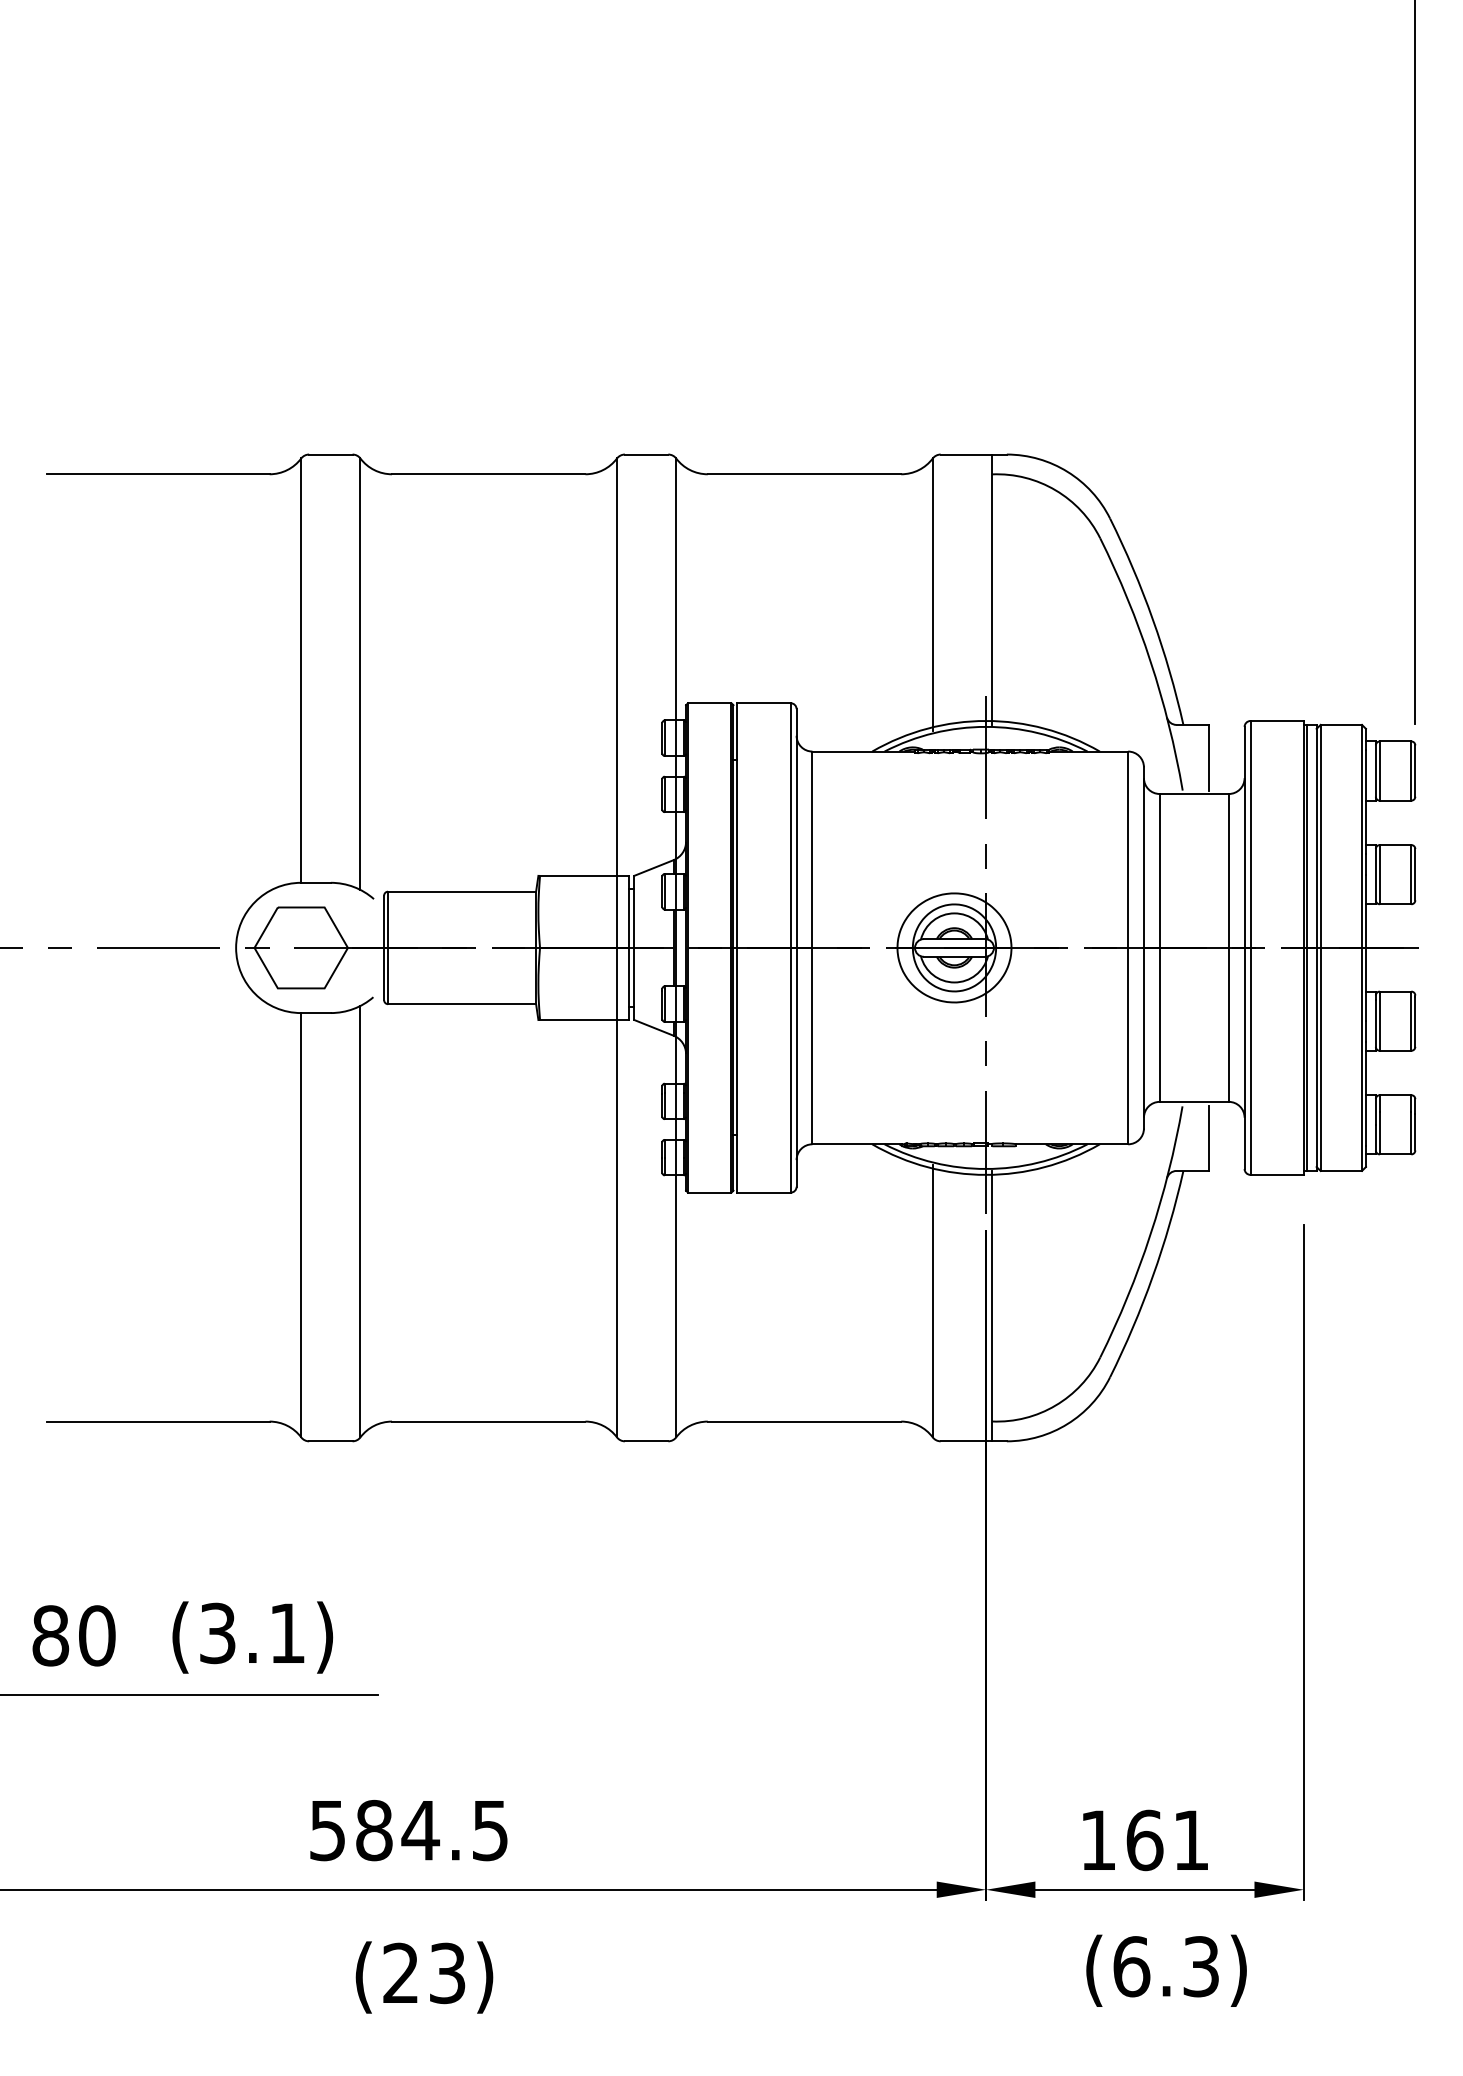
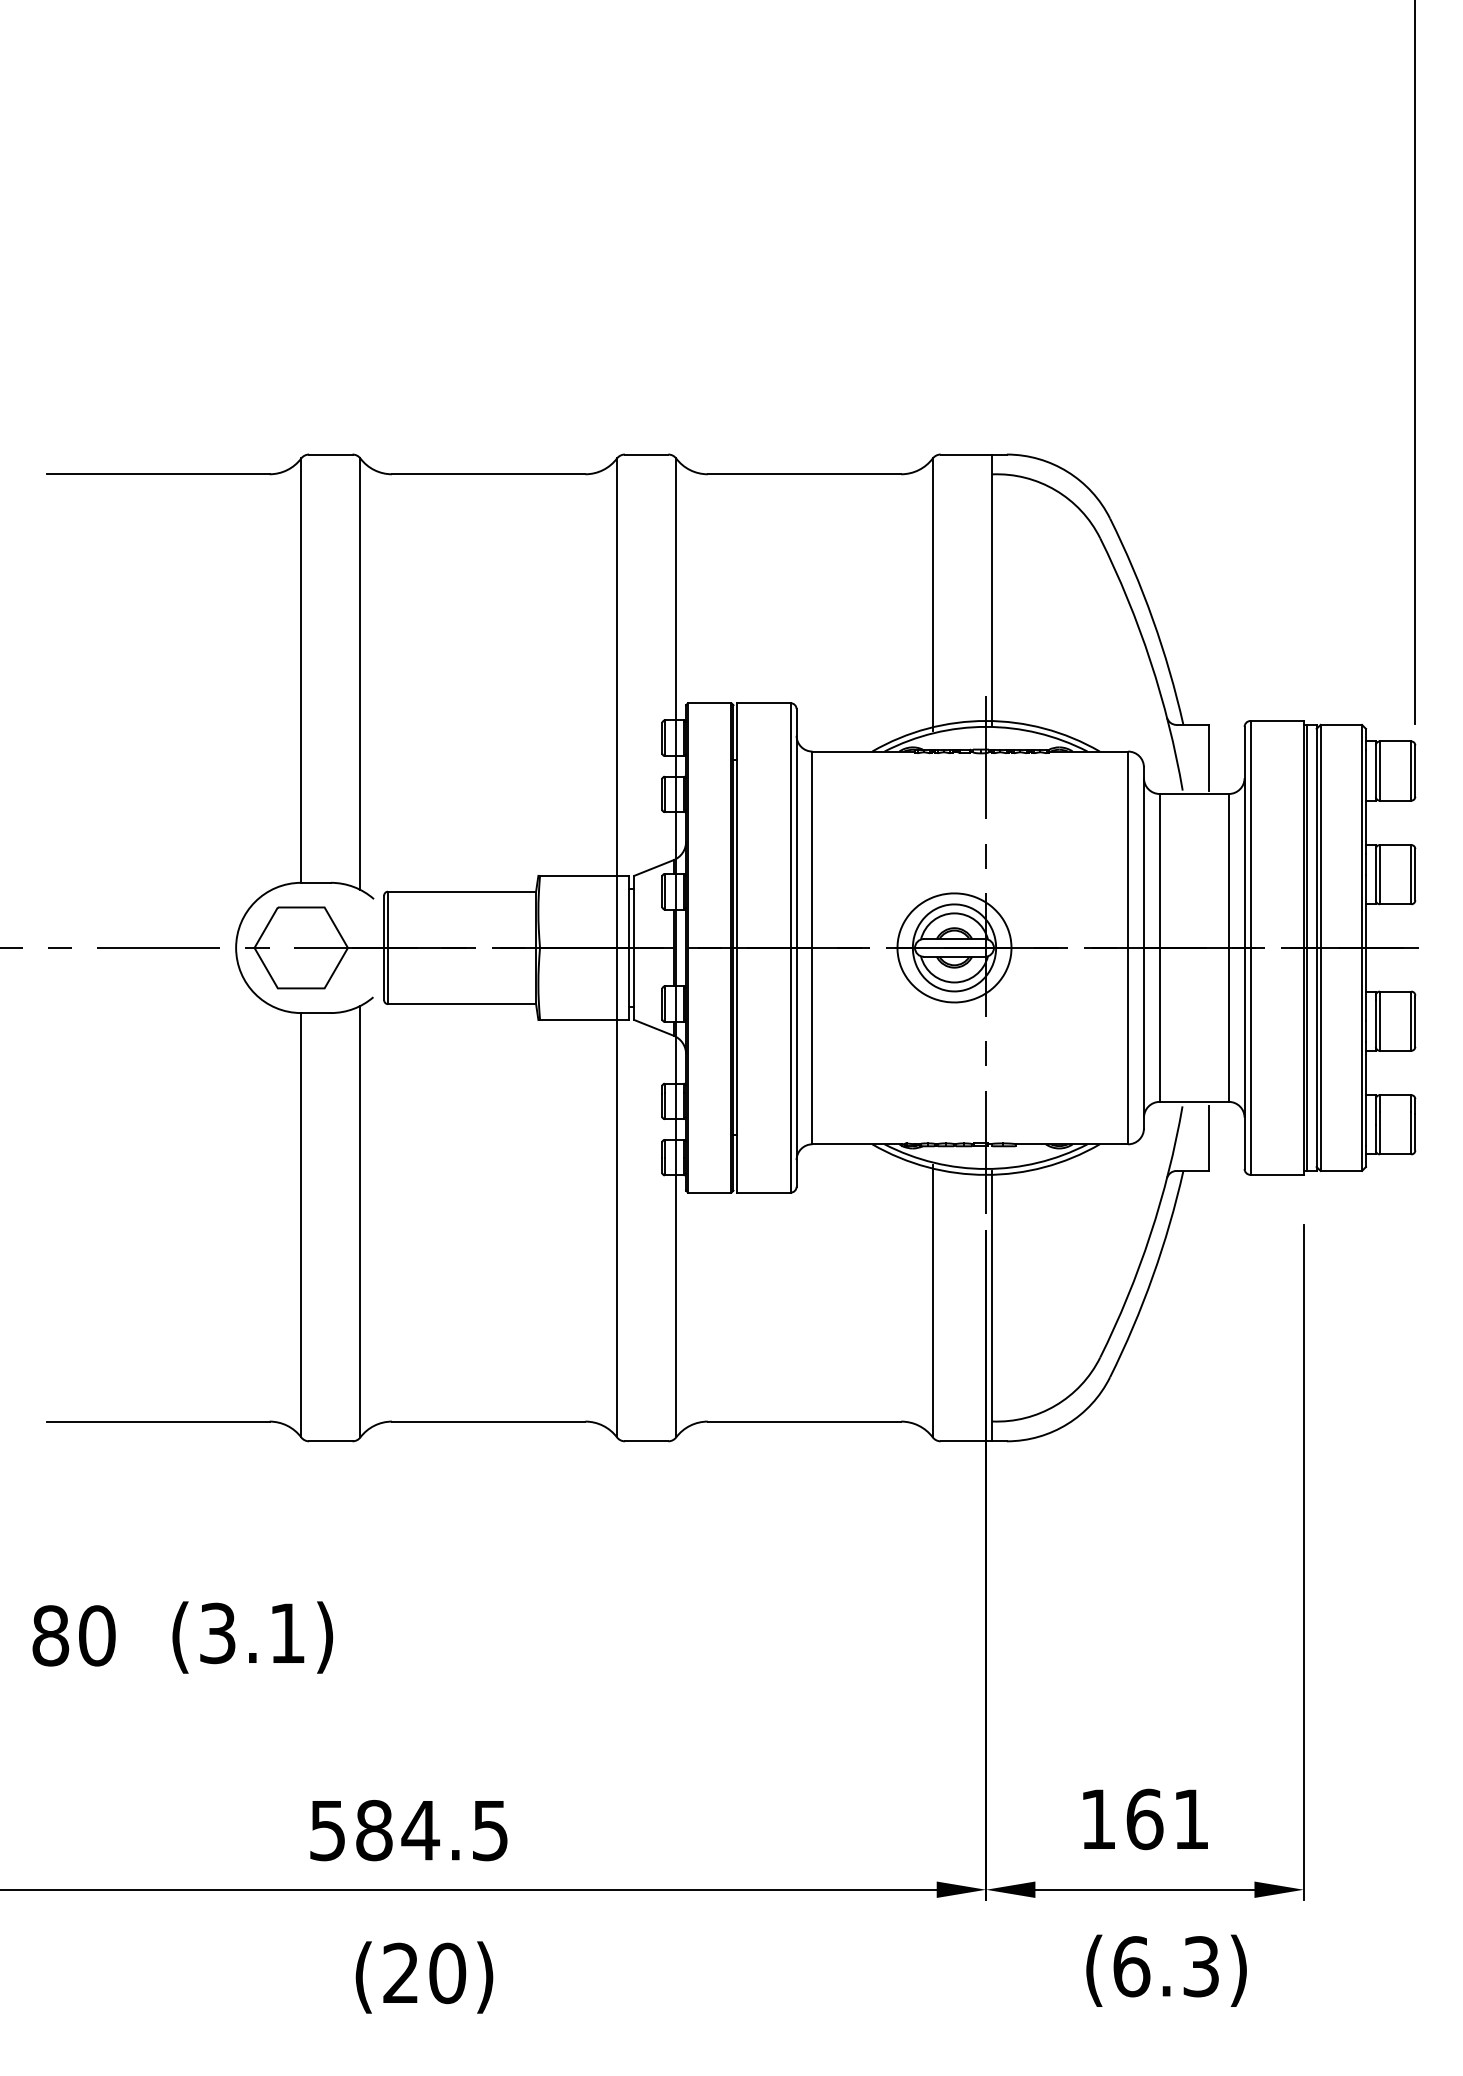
line at (189, 1695): present -> none
text at (1145, 1840) position: (1145, 1840) -> (1145, 1819)
text at (447, 1973): (23) -> (20)
